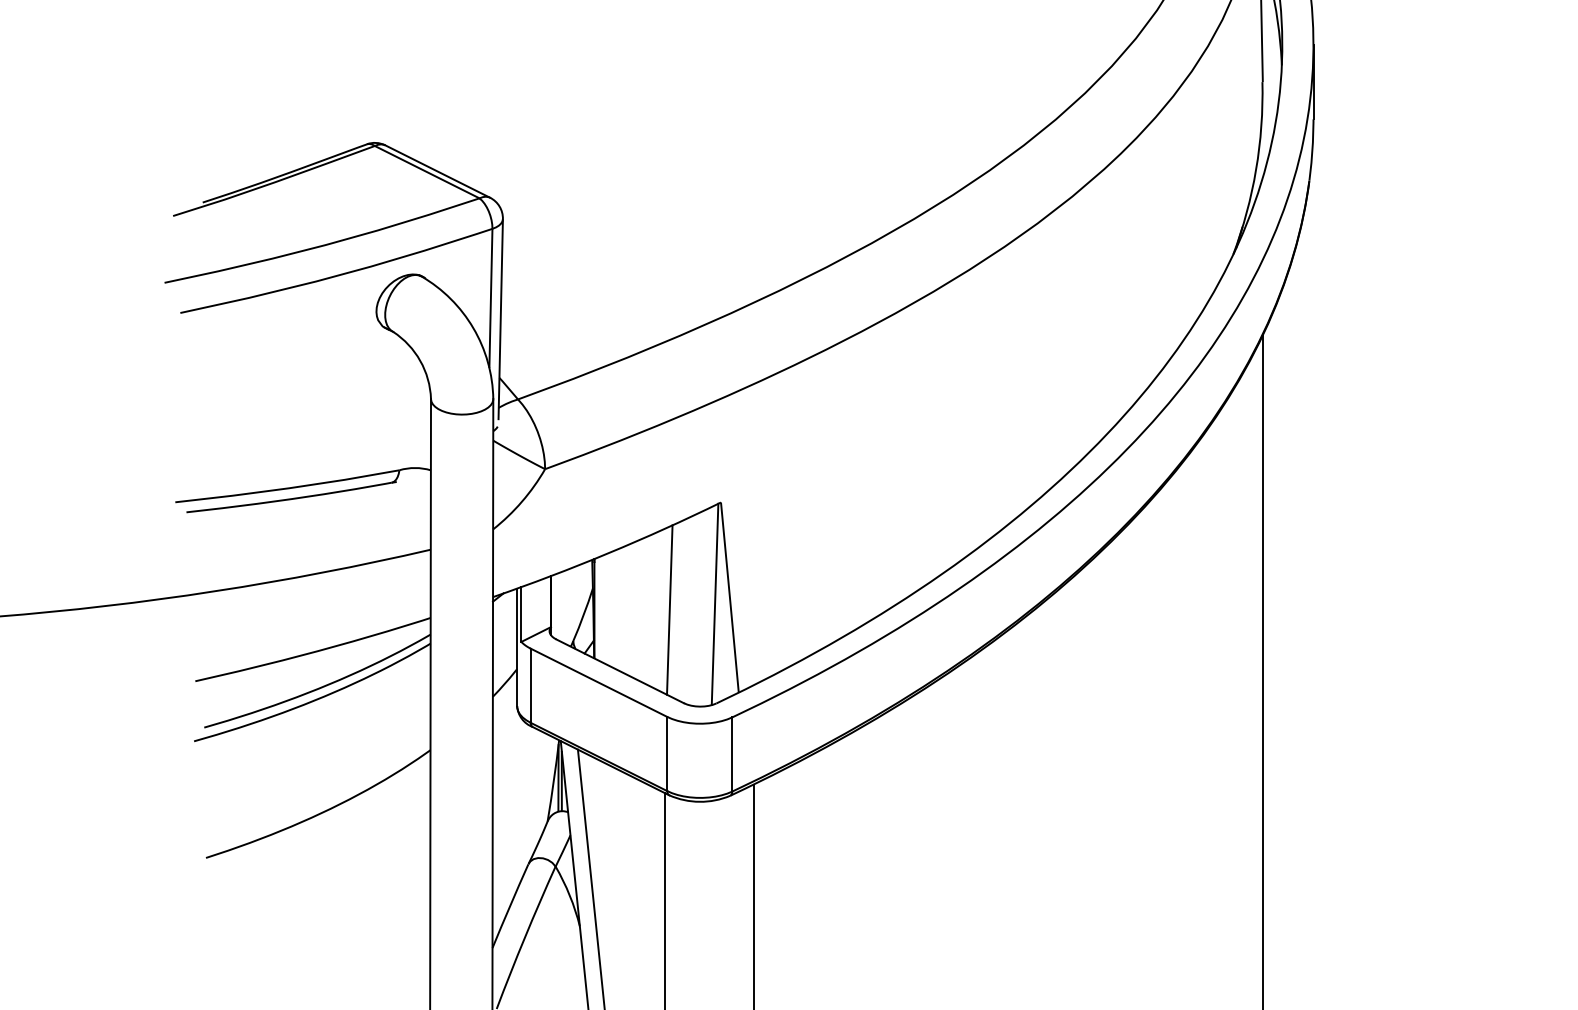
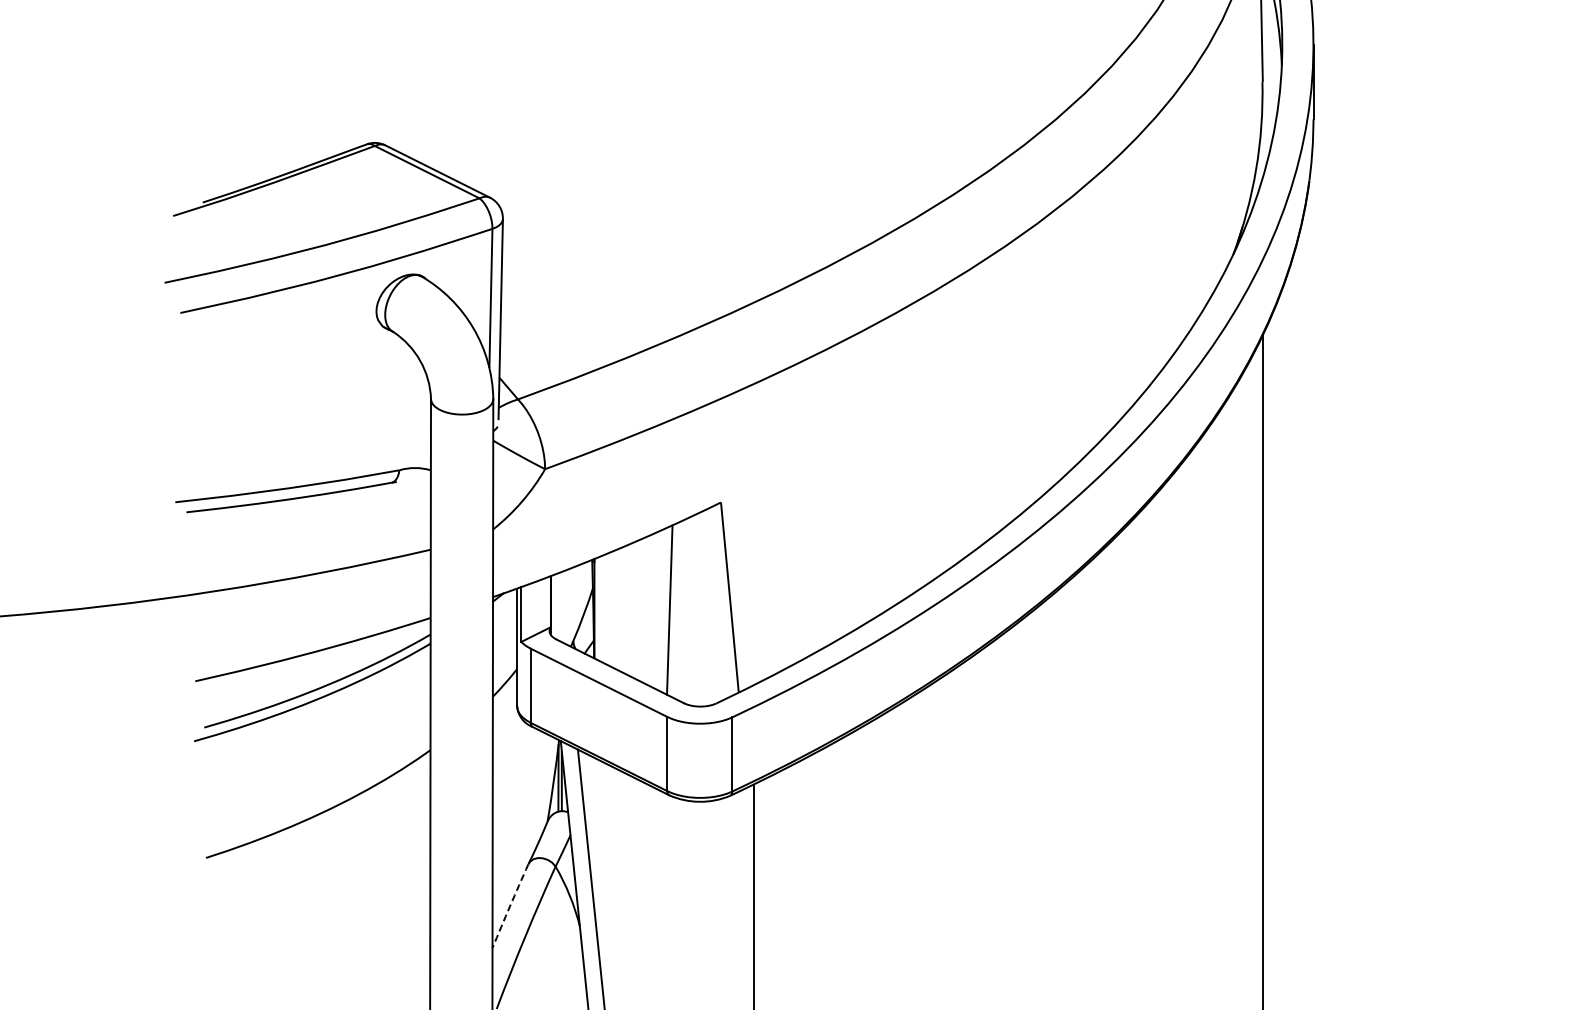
line at (714, 603): present -> none
line at (664, 899): present -> none
arc at (510, 906): solid -> dashed
